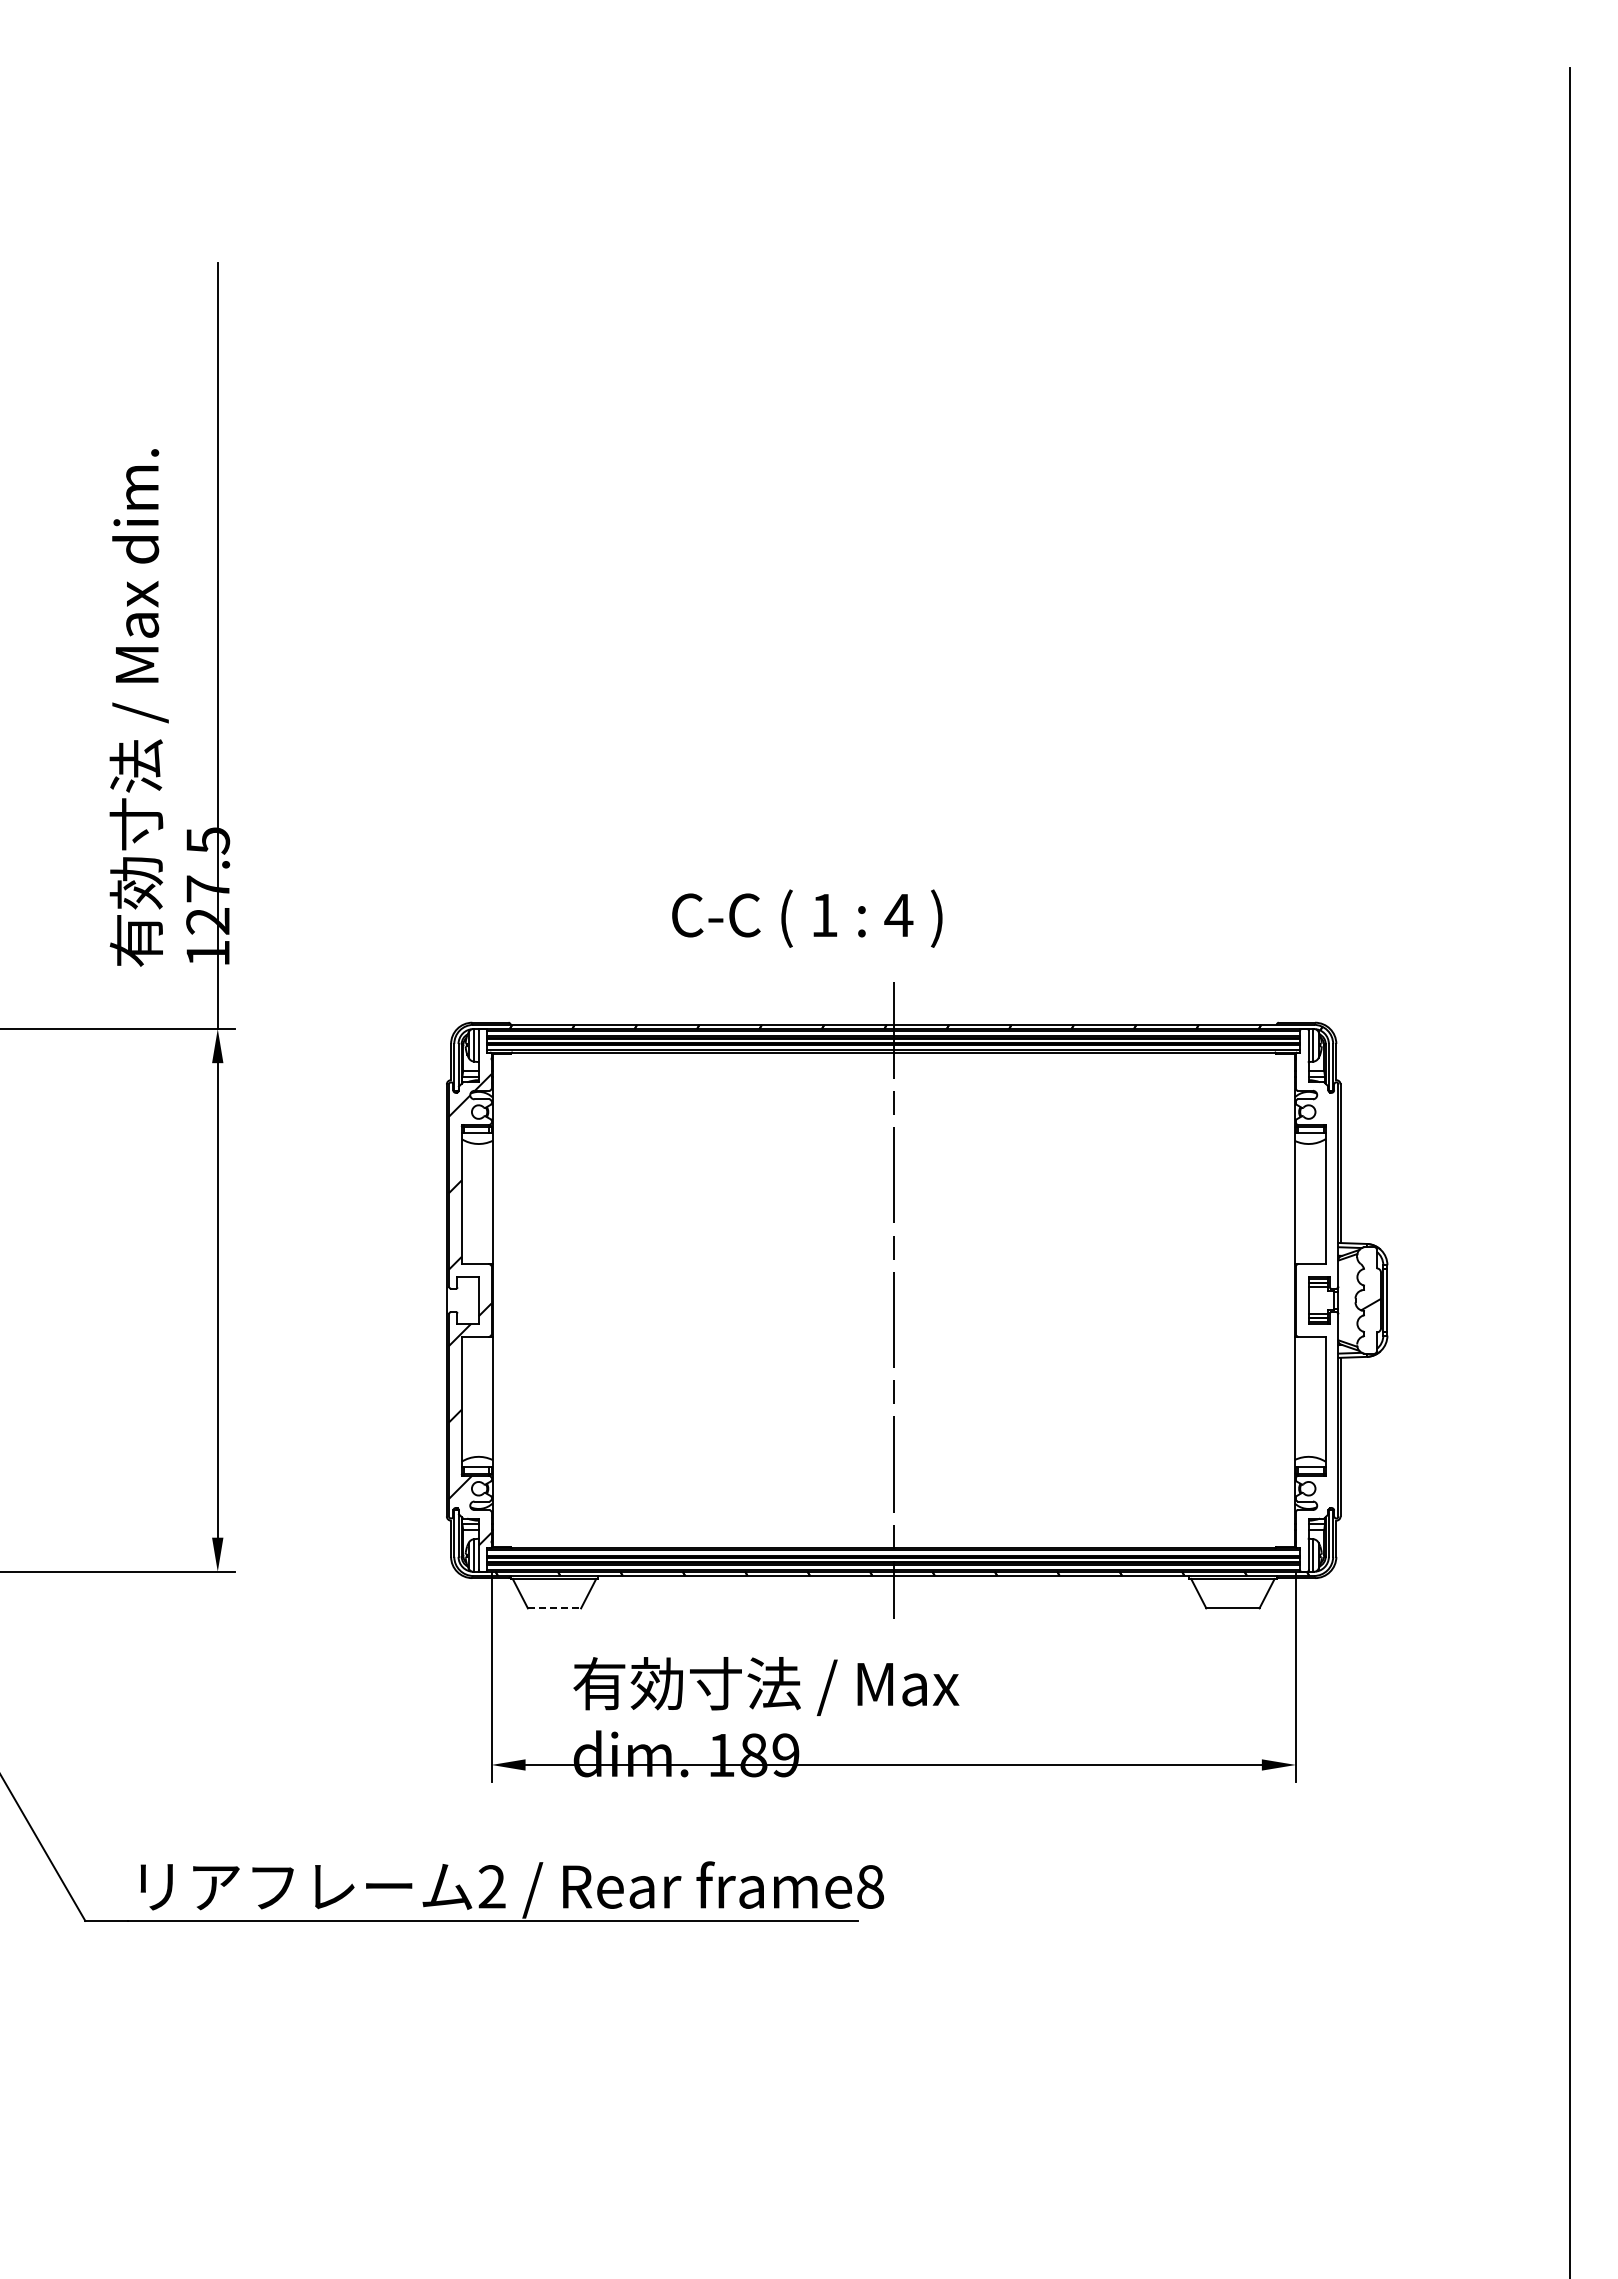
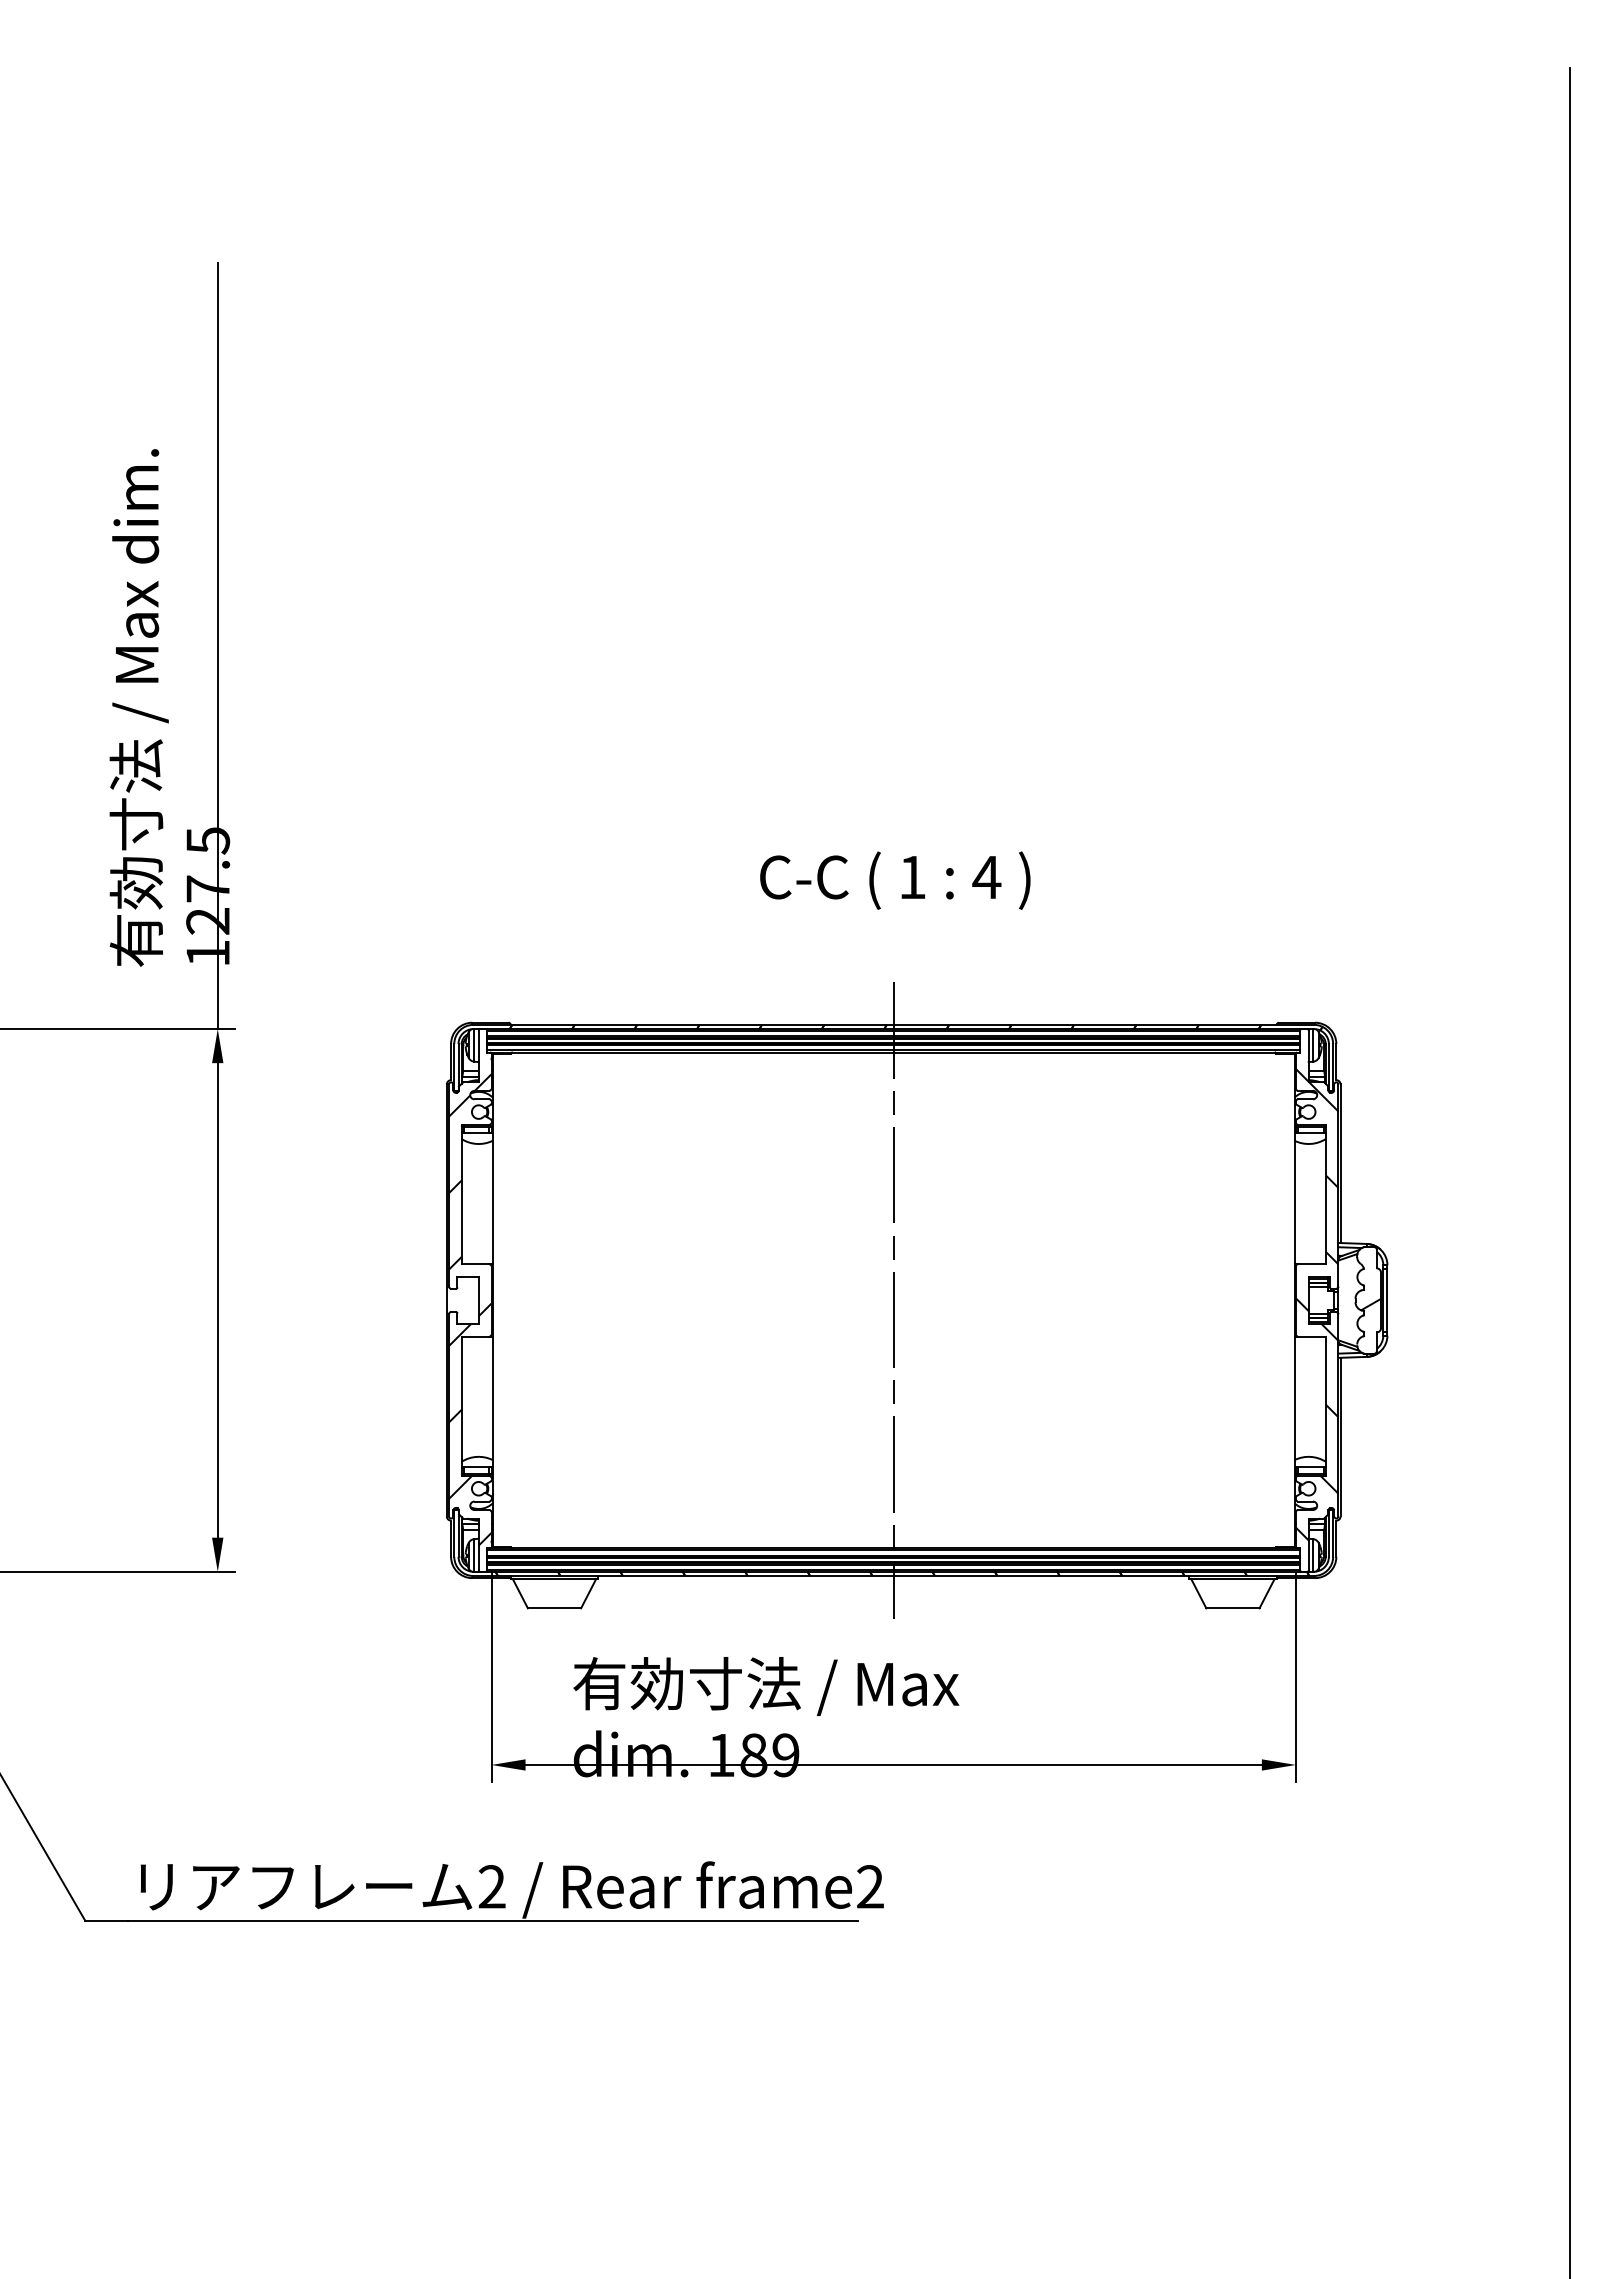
text at (807, 918) position: (807, 918) -> (895, 880)
hatch at (1316, 1304): none -> present
line at (554, 1608): dashed -> solid
text at (870, 1886): frame8 -> frame2
